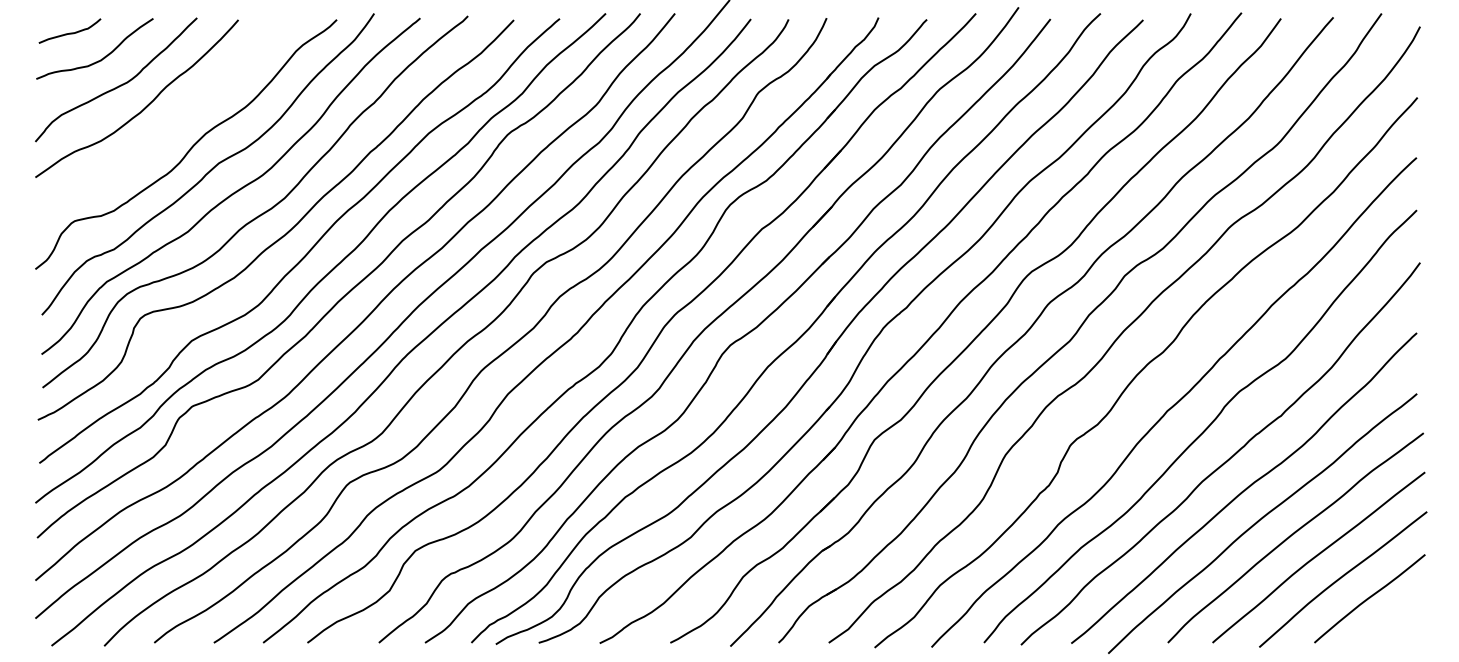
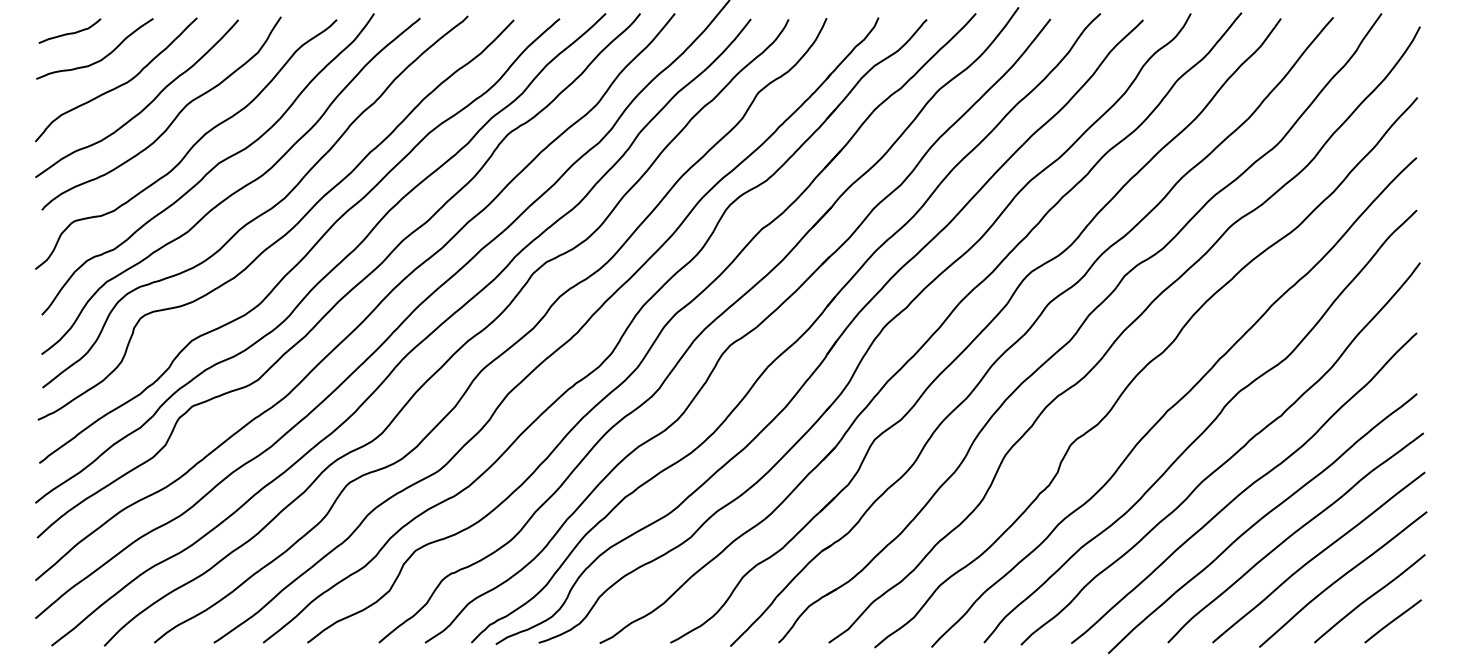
curve at (171, 121): none -> present
line at (1392, 621): none -> present
